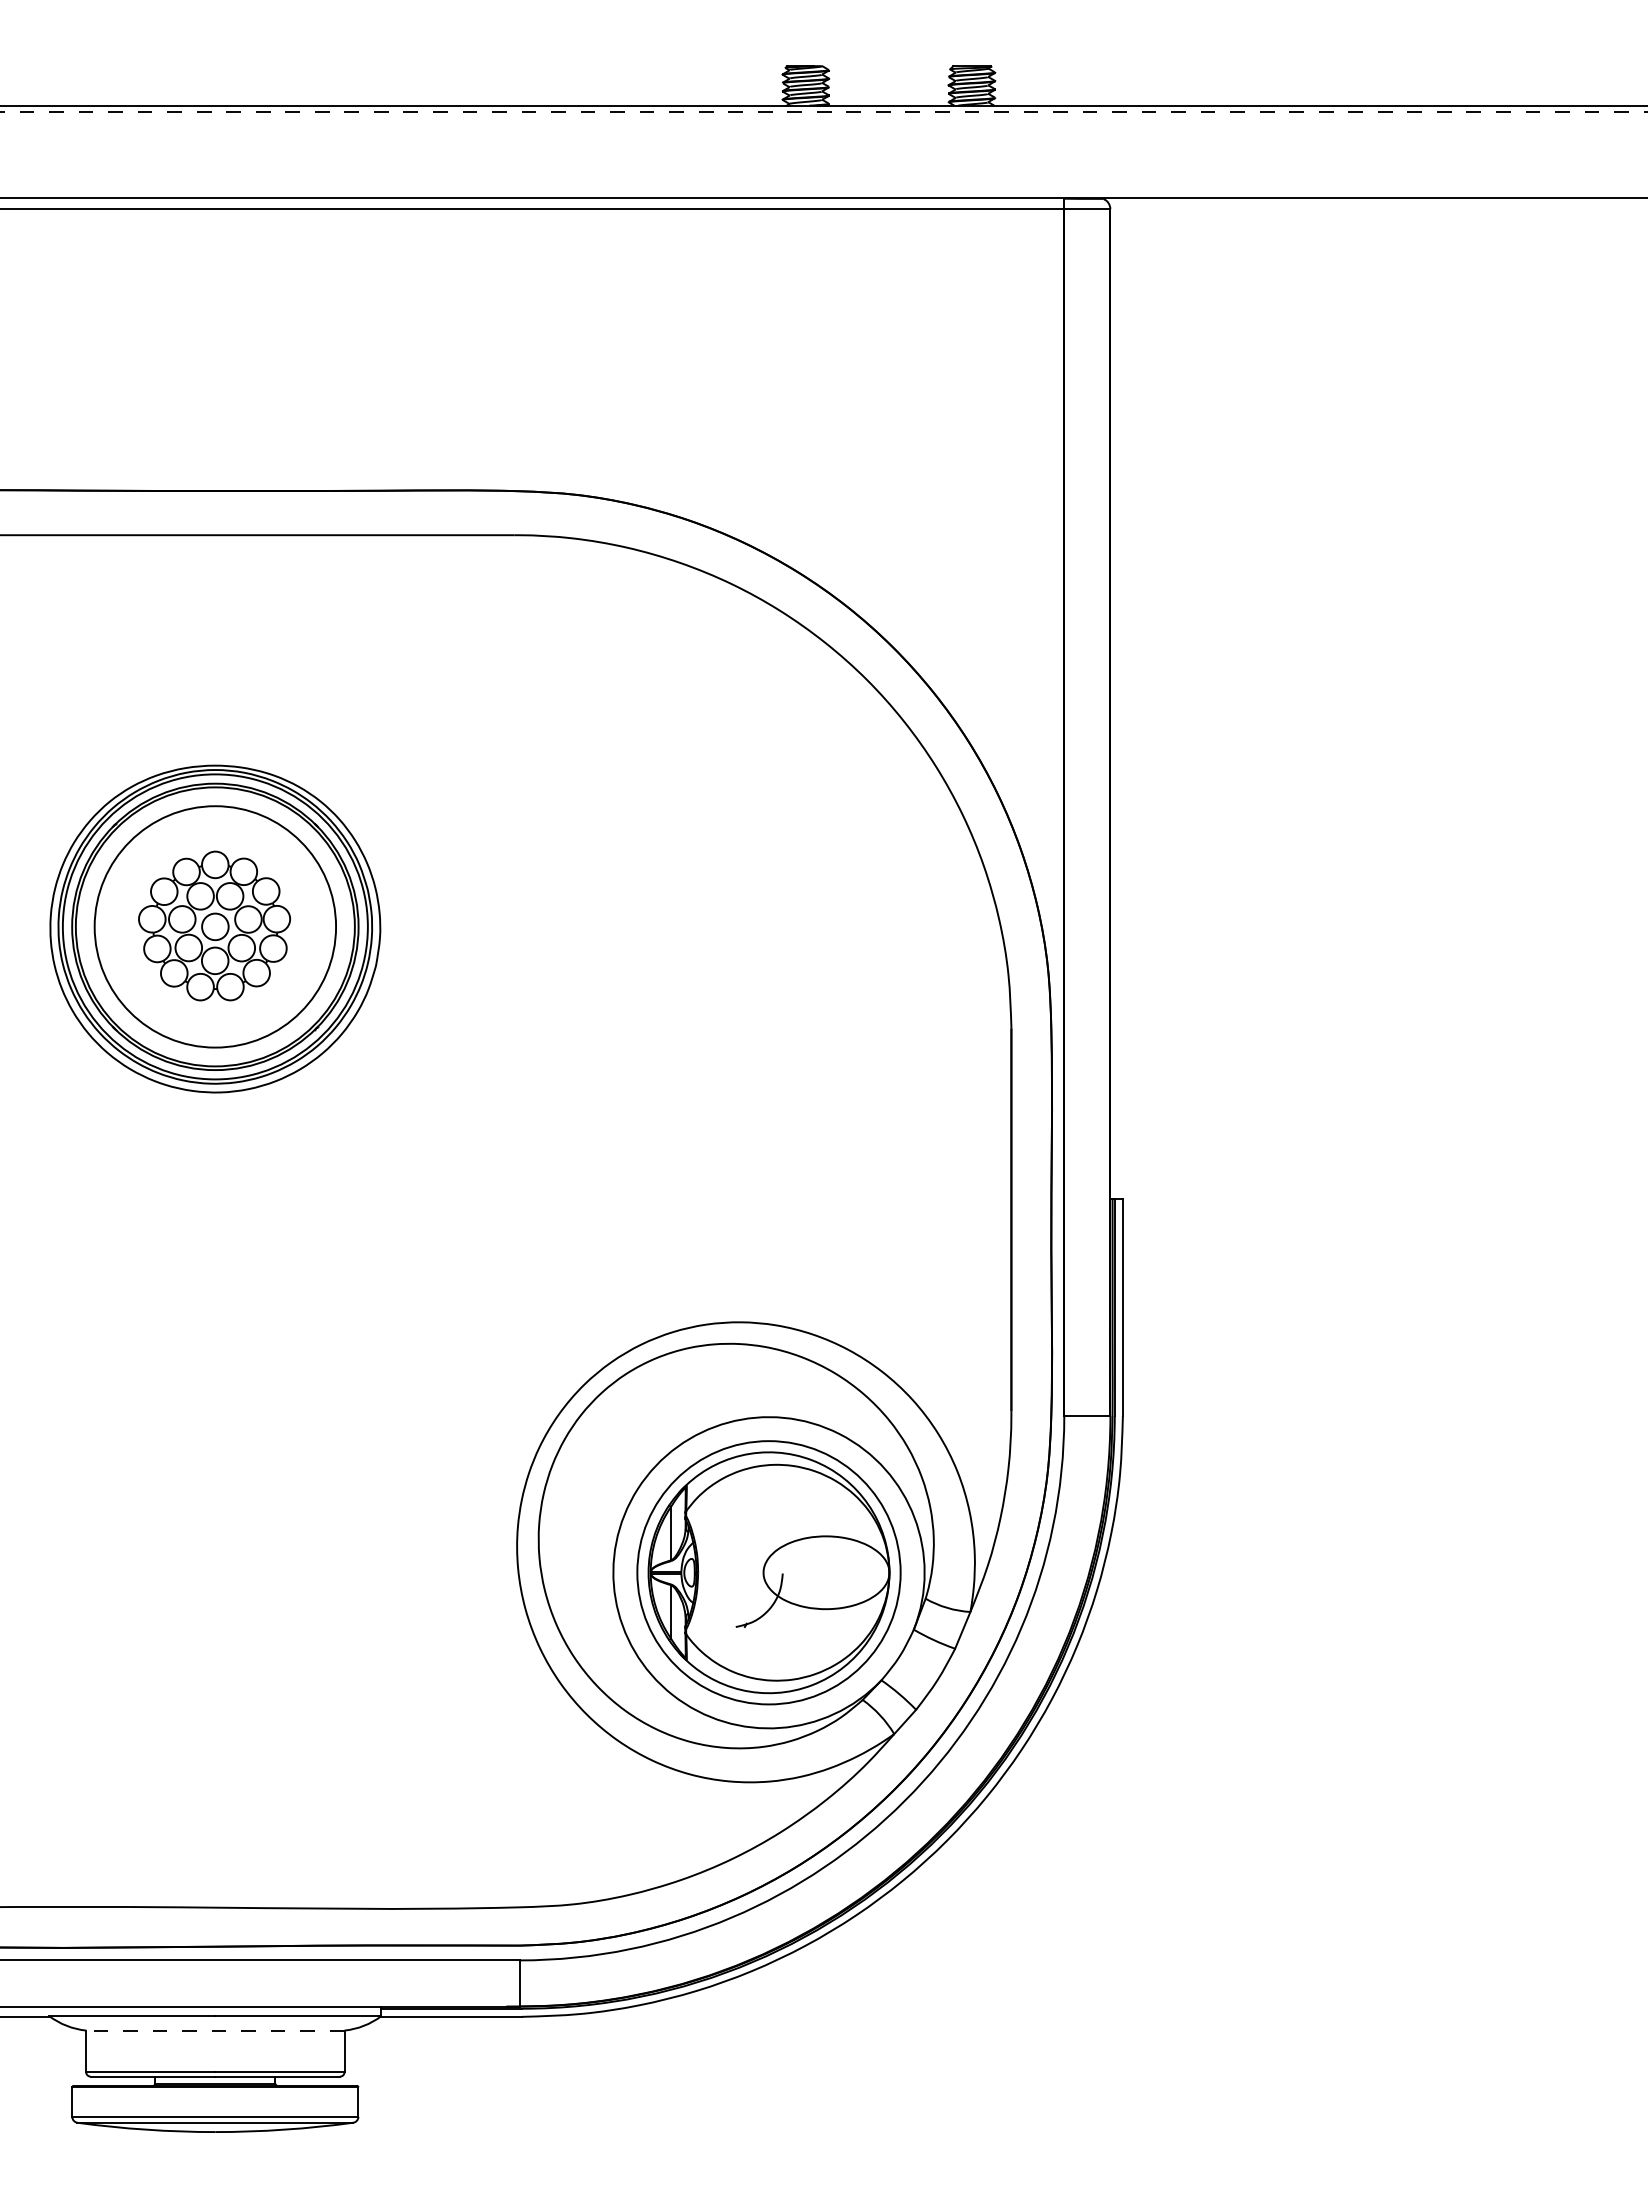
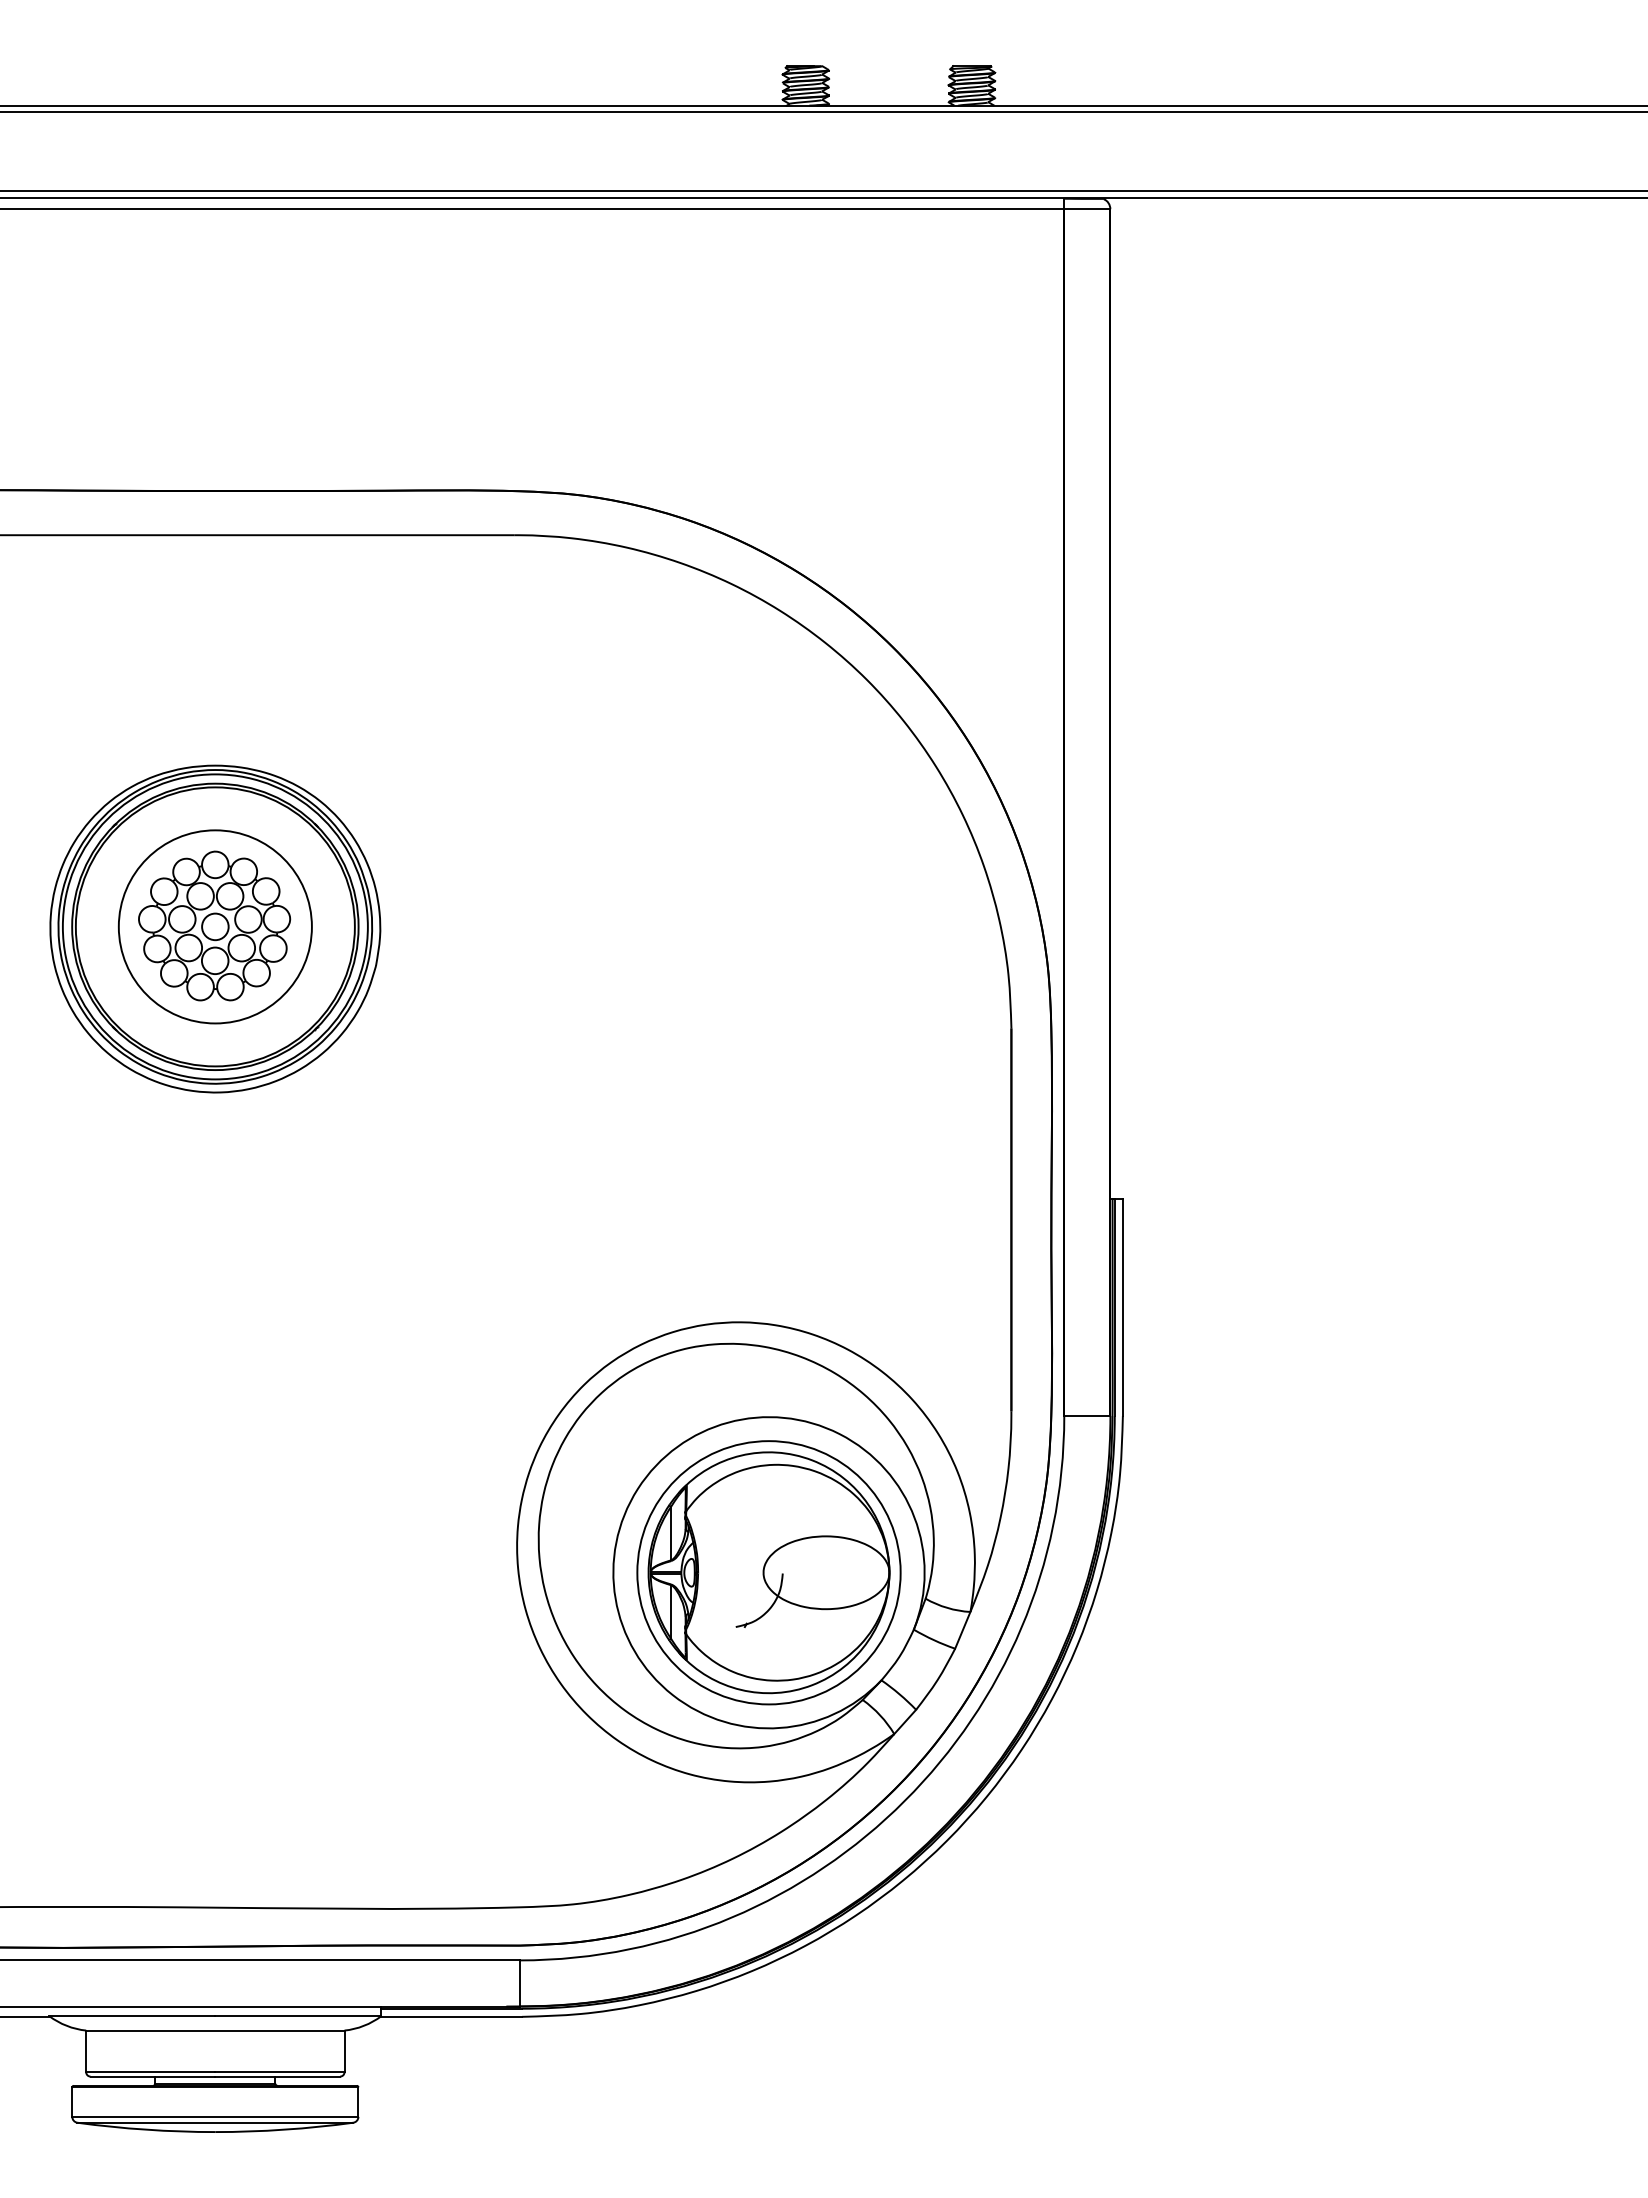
line at (823, 112): dashed -> solid
line at (823, 191): none -> present
circle at (215, 926) diameter: 241 px -> 193 px
line at (214, 2030): dashed -> solid
